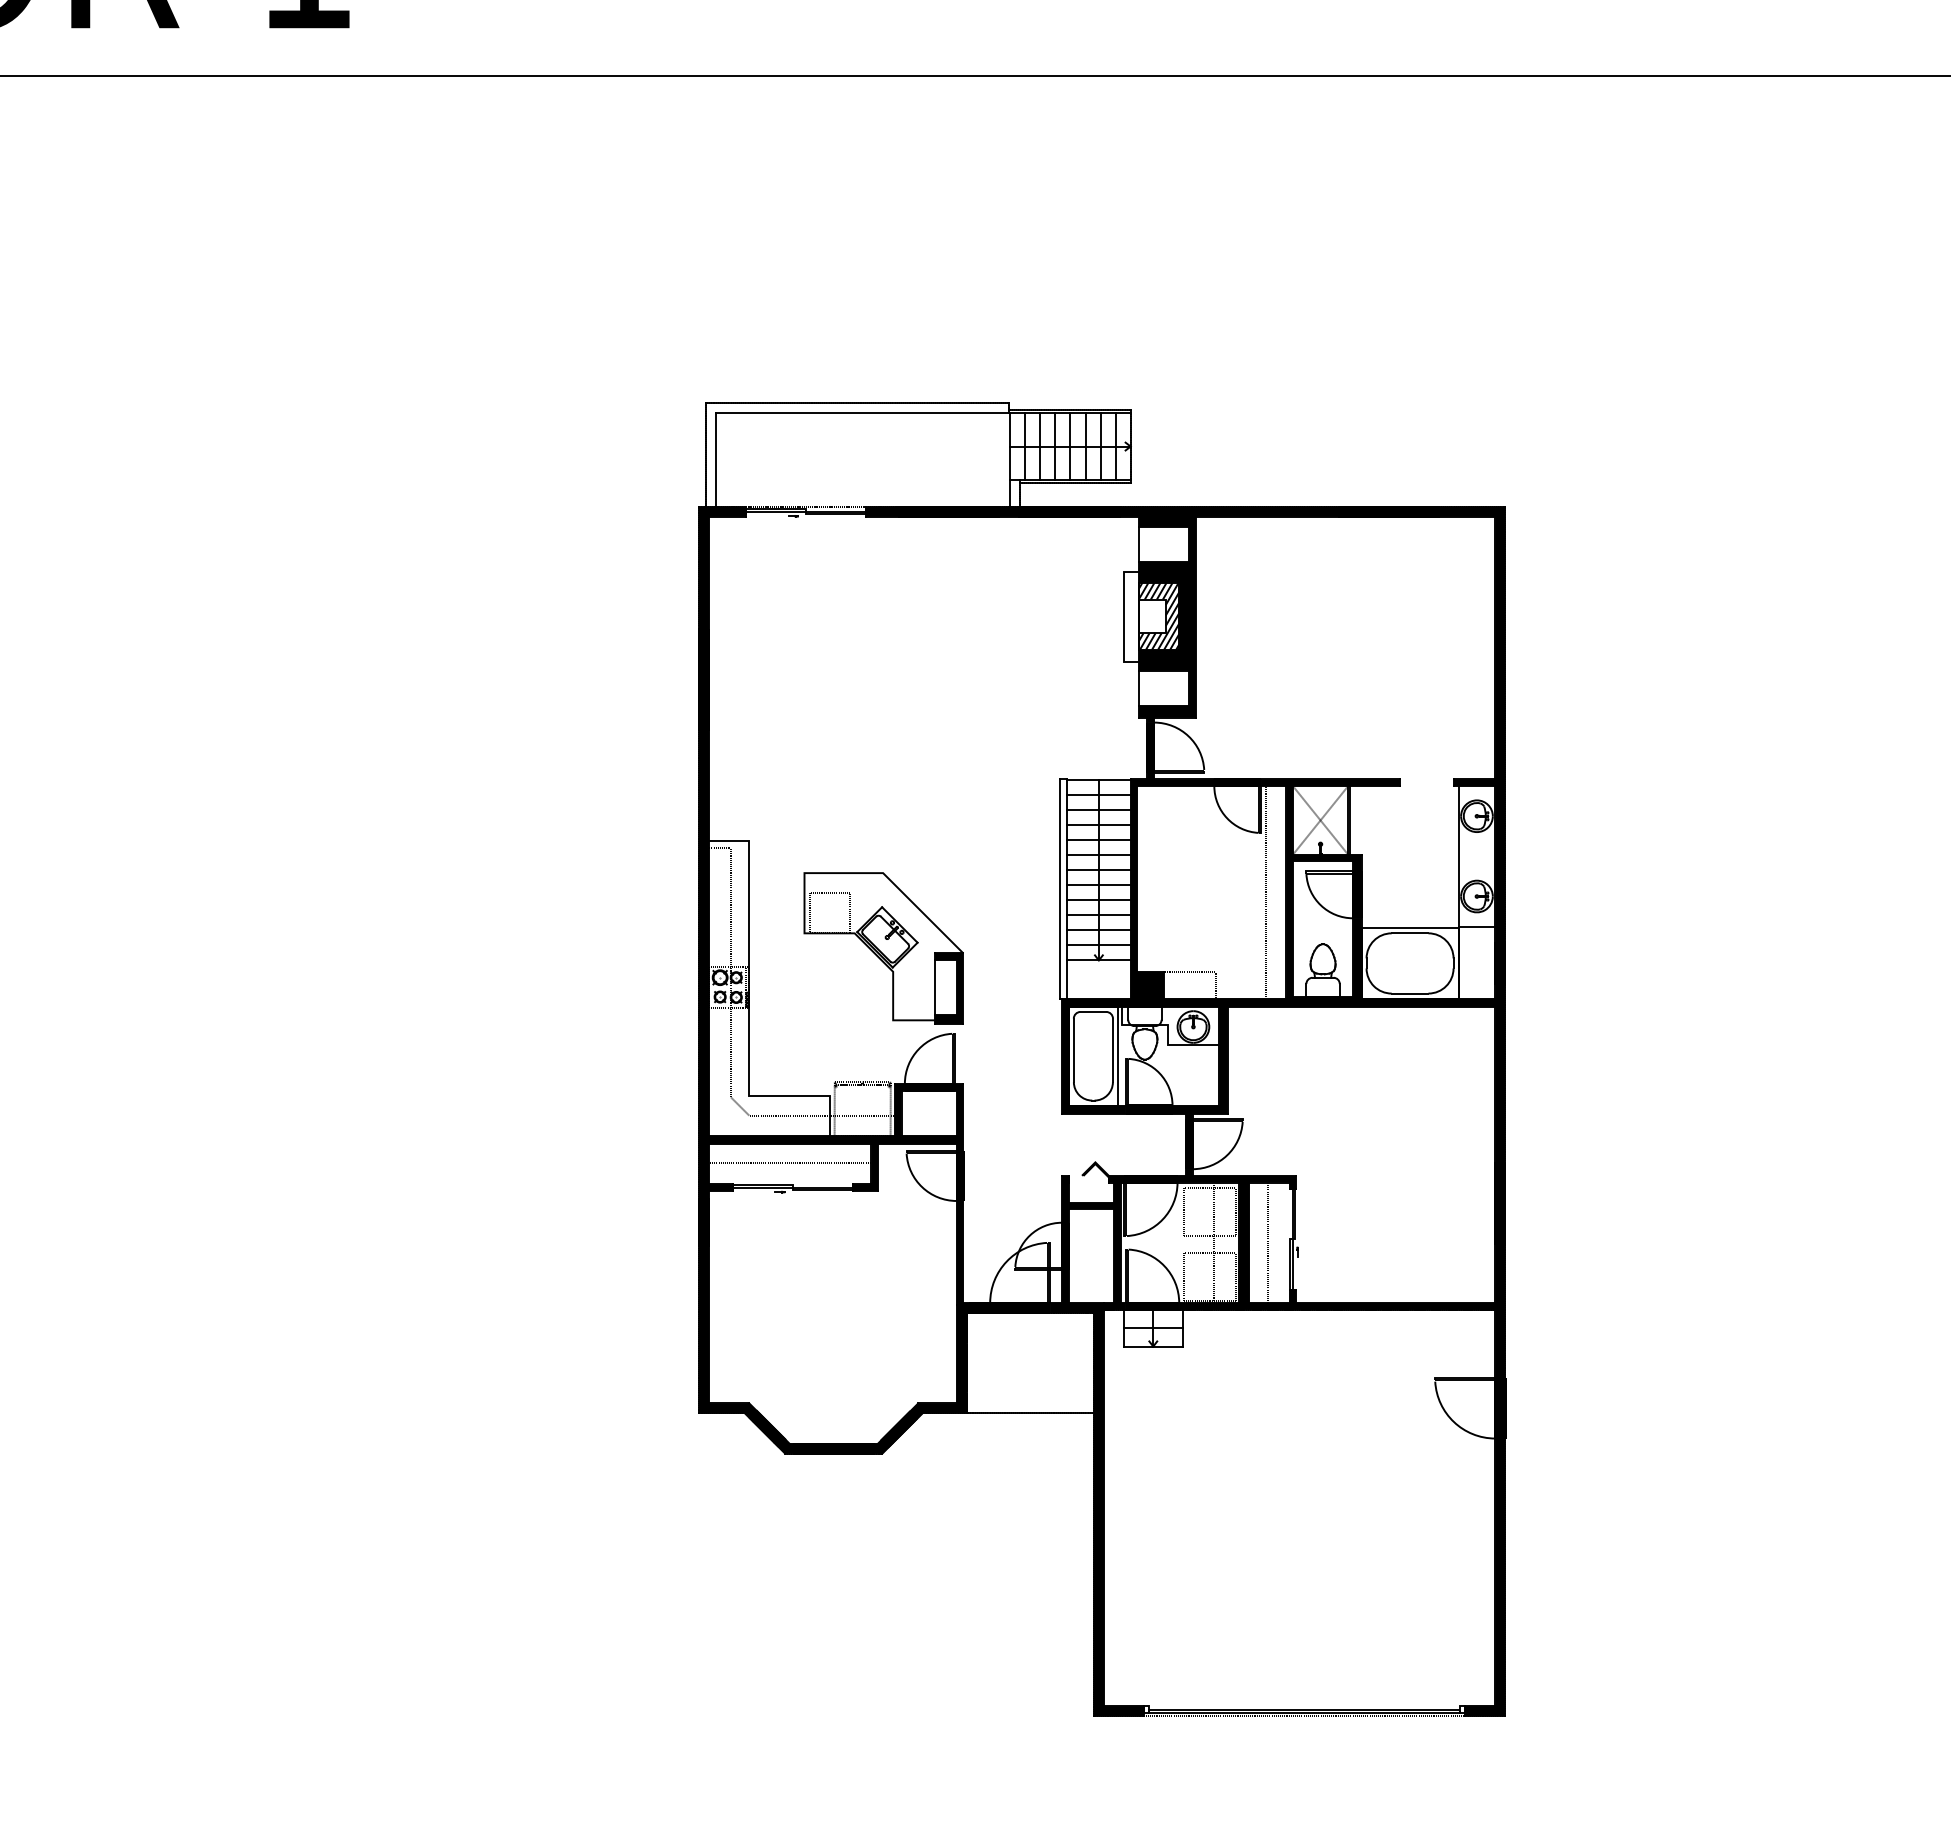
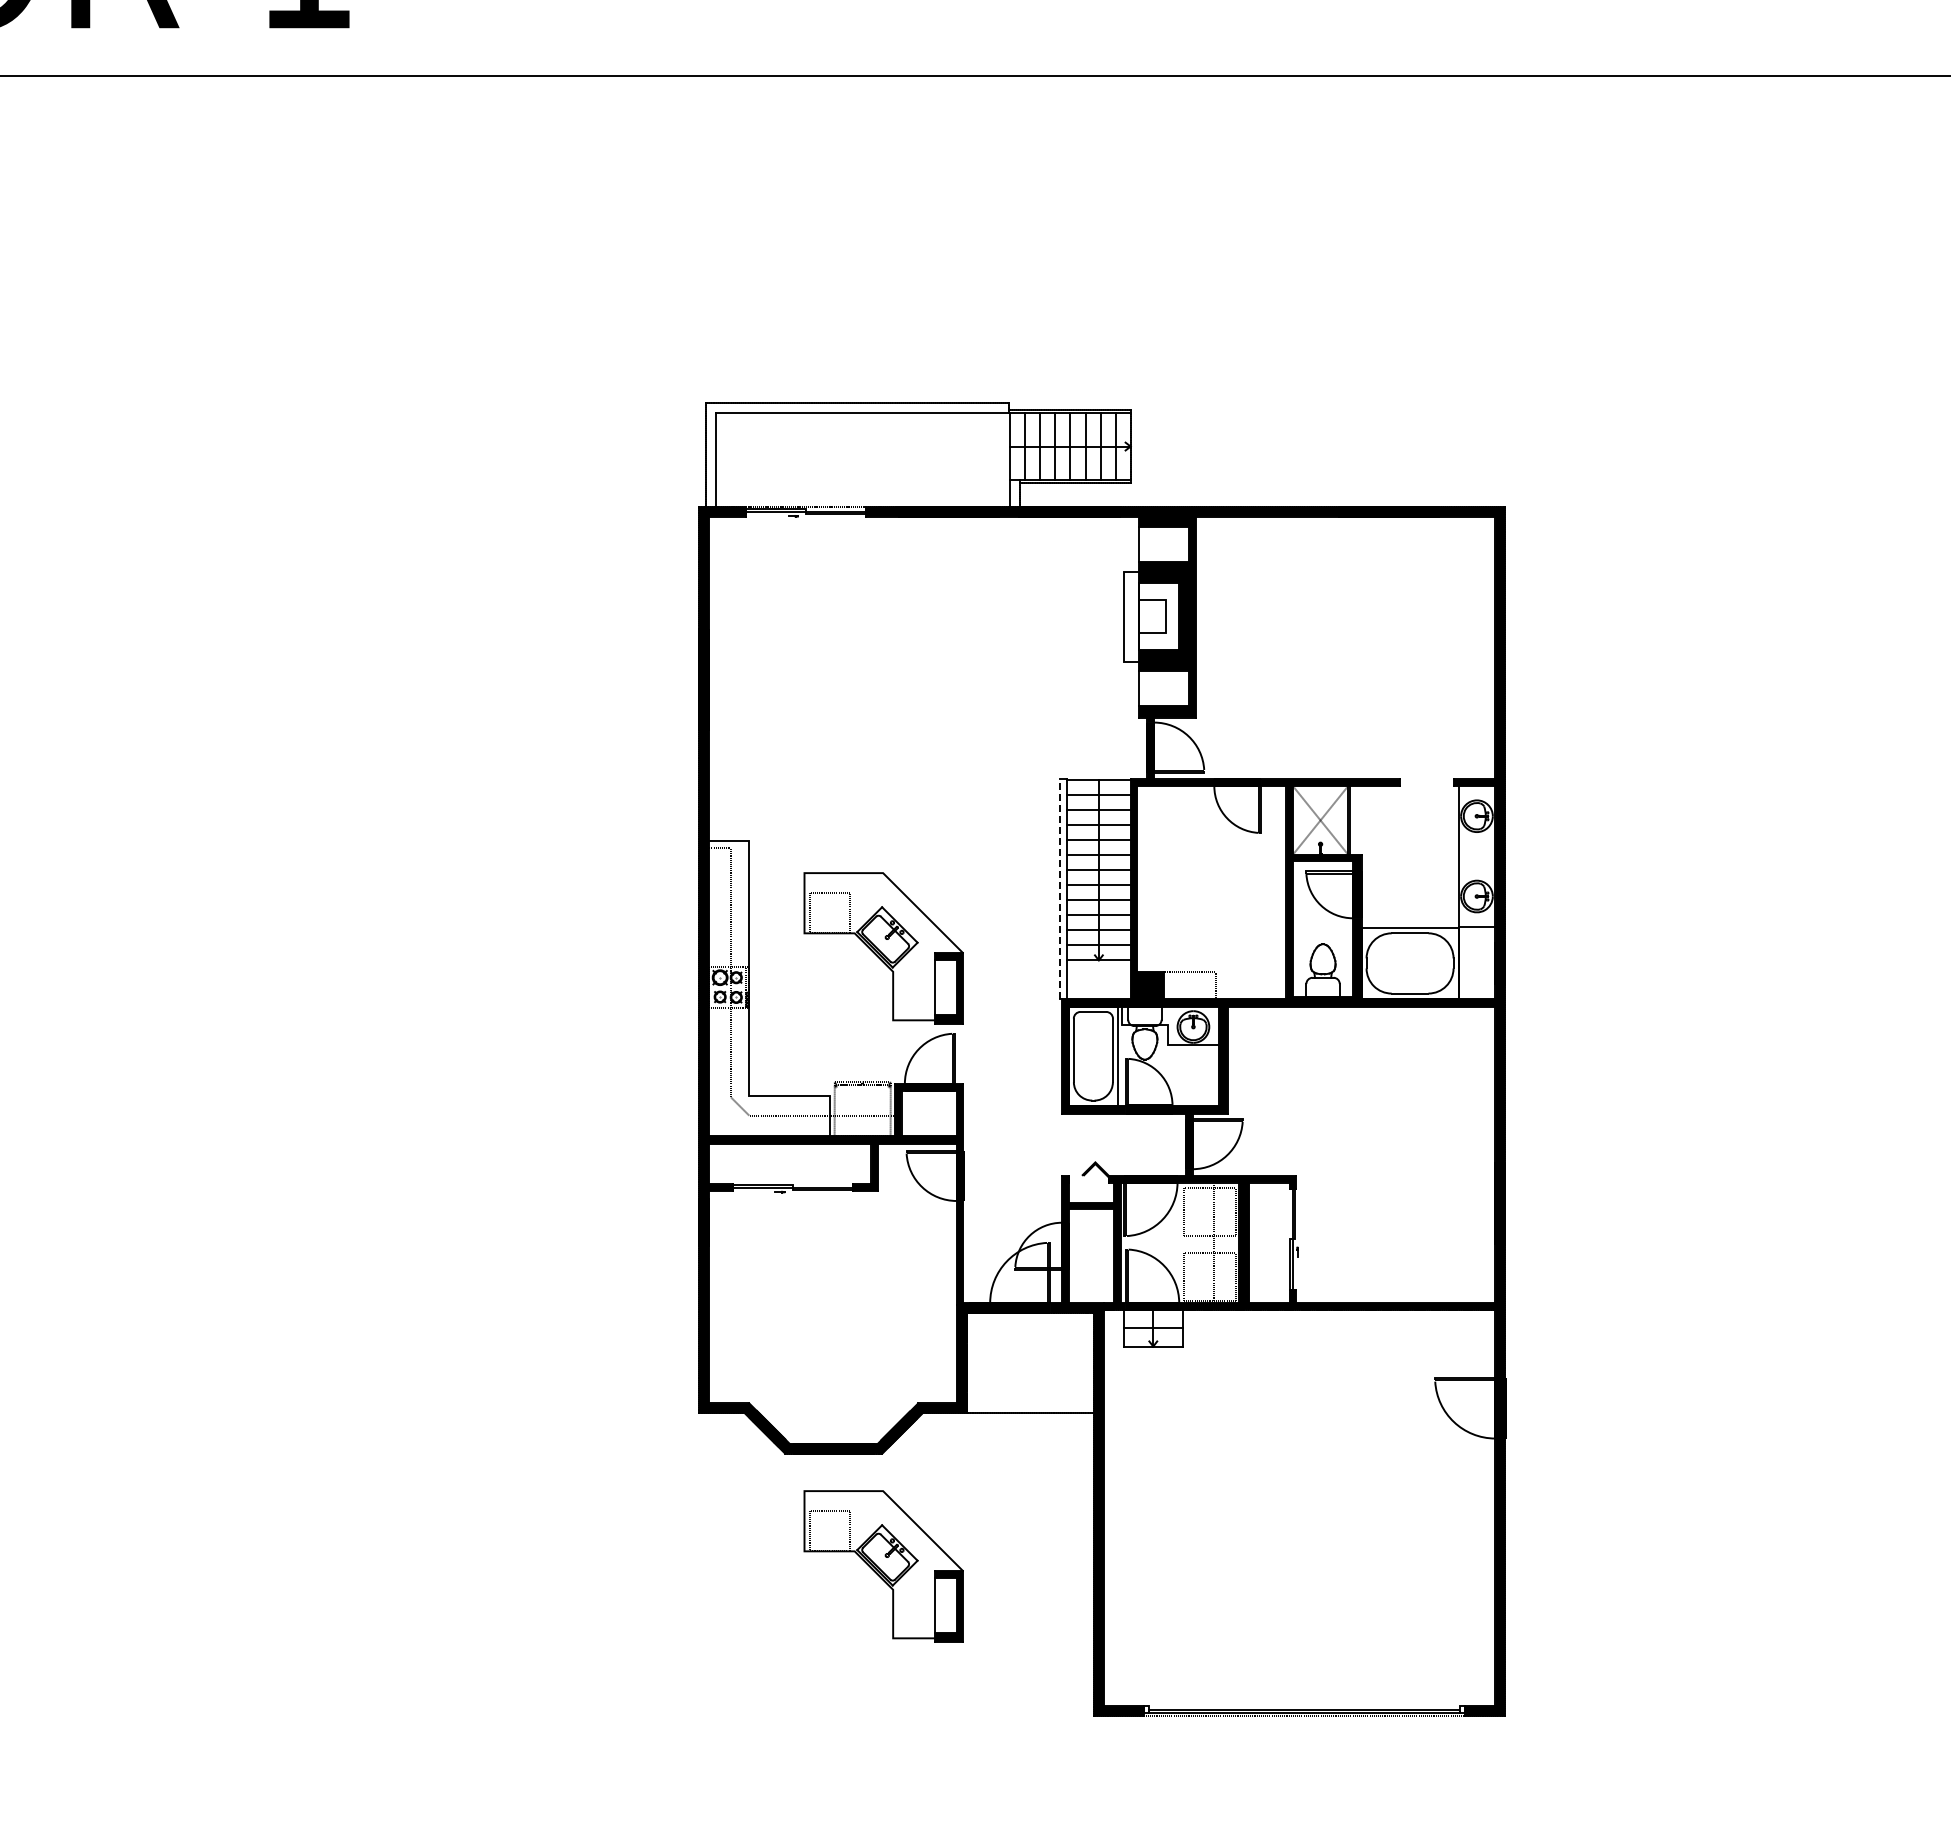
hatch at (1159, 615): present -> none
line at (1060, 889): solid -> dashed
line at (1266, 892): present -> none
line at (790, 1162): present -> none
line at (1267, 1242): present -> none
part at (883, 1566): none -> present
